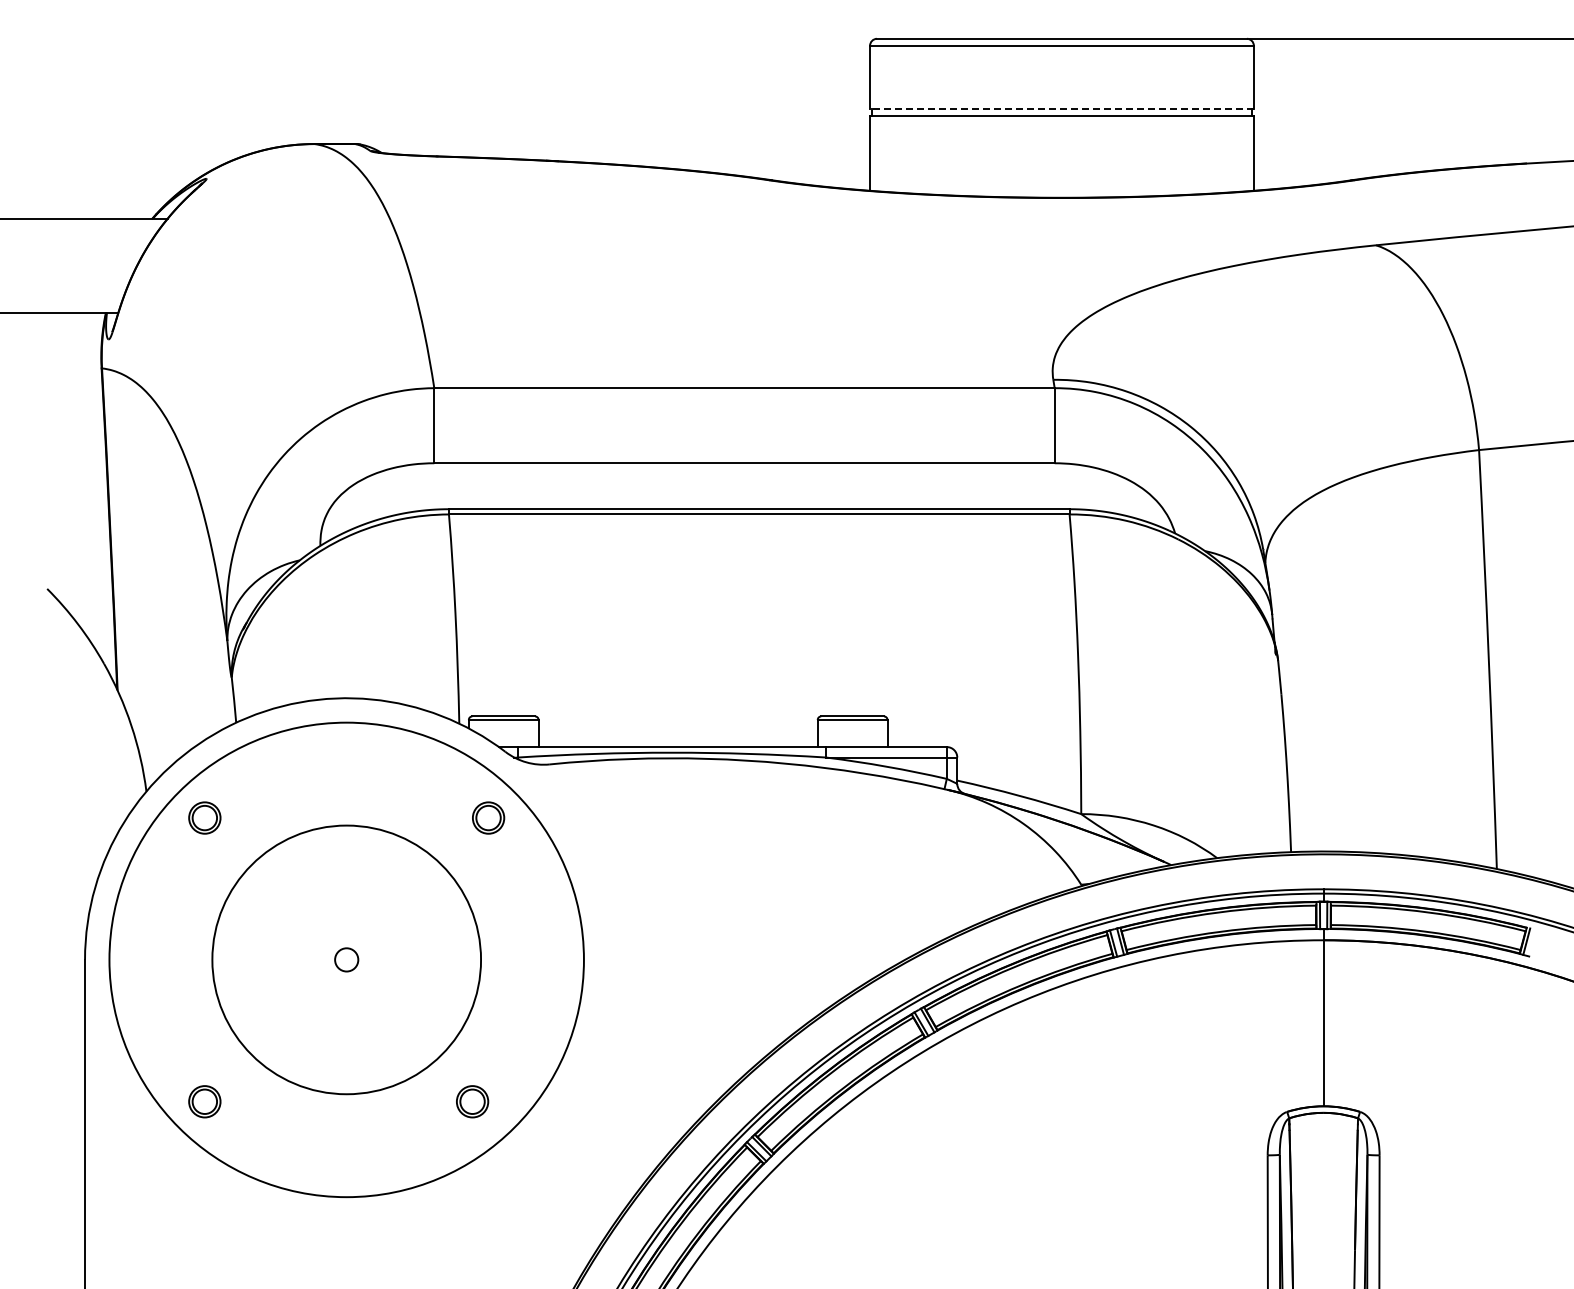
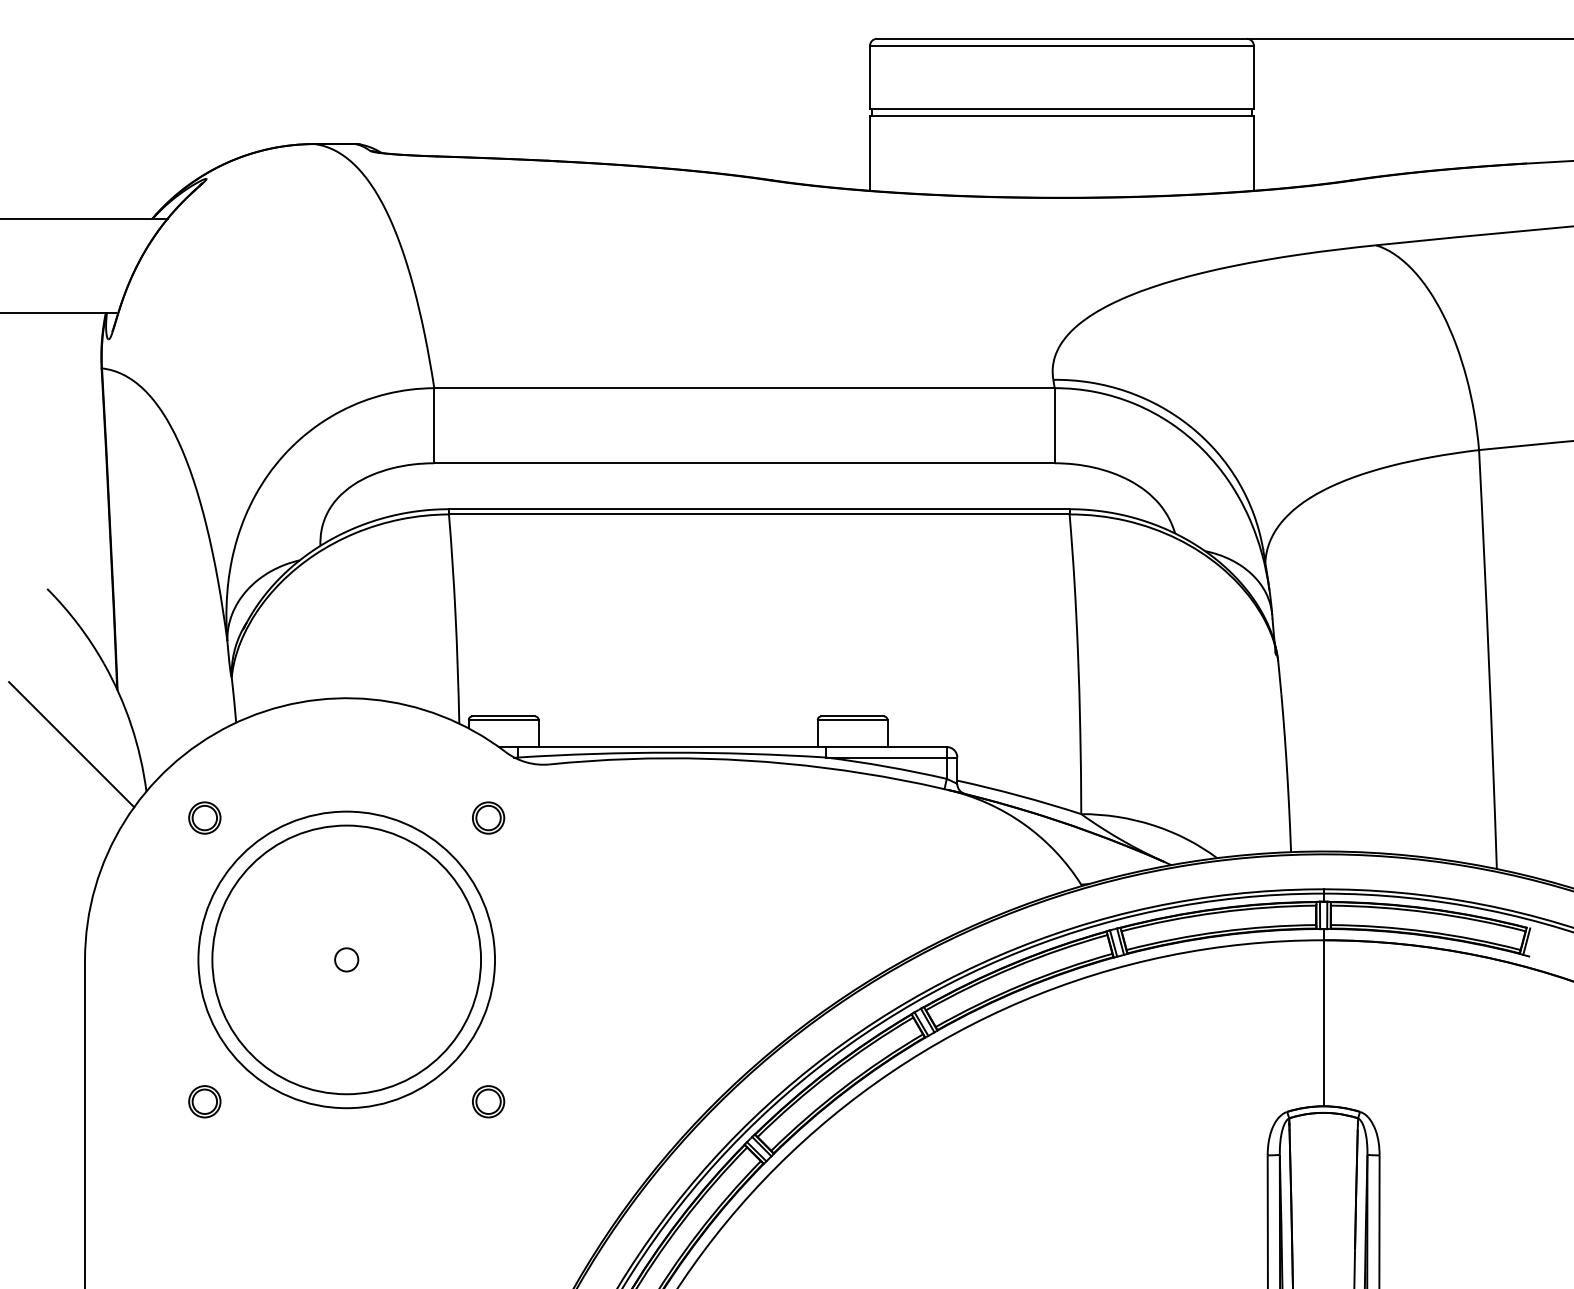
line at (1061, 108): dashed -> solid
line at (71, 744): none -> present
circle at (346, 959) diameter: 475 px -> 297 px
part at (472, 1101) position: (472, 1101) -> (488, 1101)
